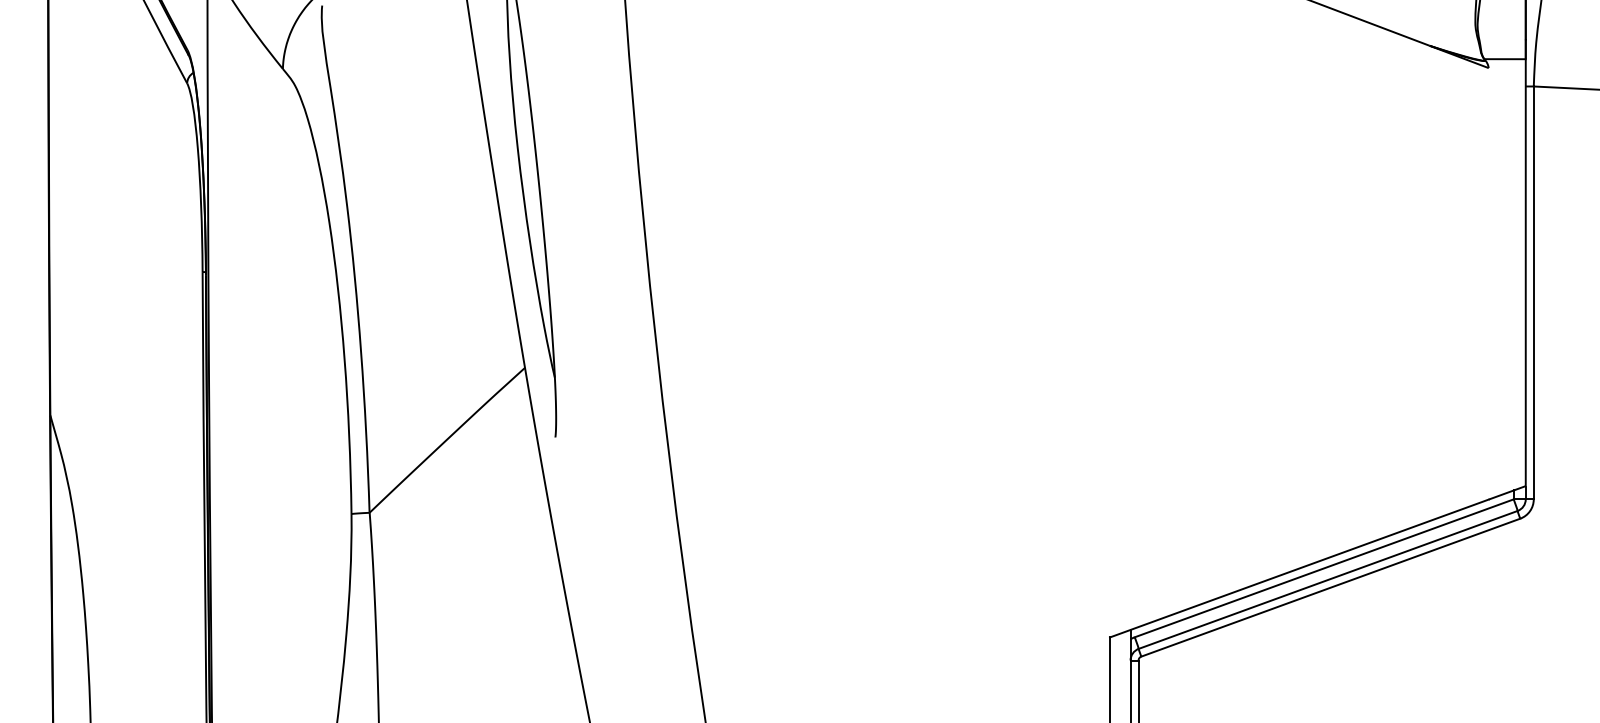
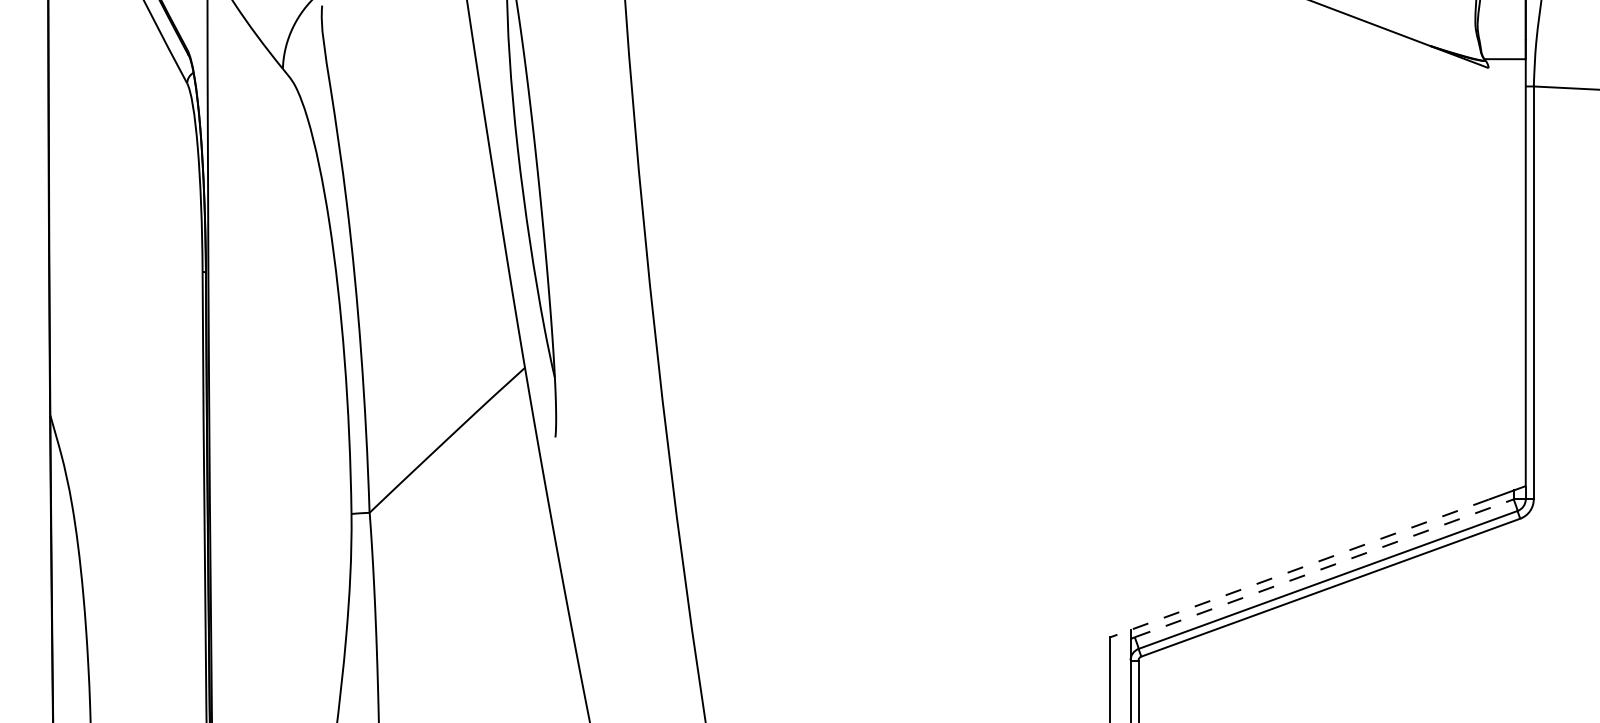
line at (1299, 568): solid -> dashed
line at (1324, 568): solid -> dashed
